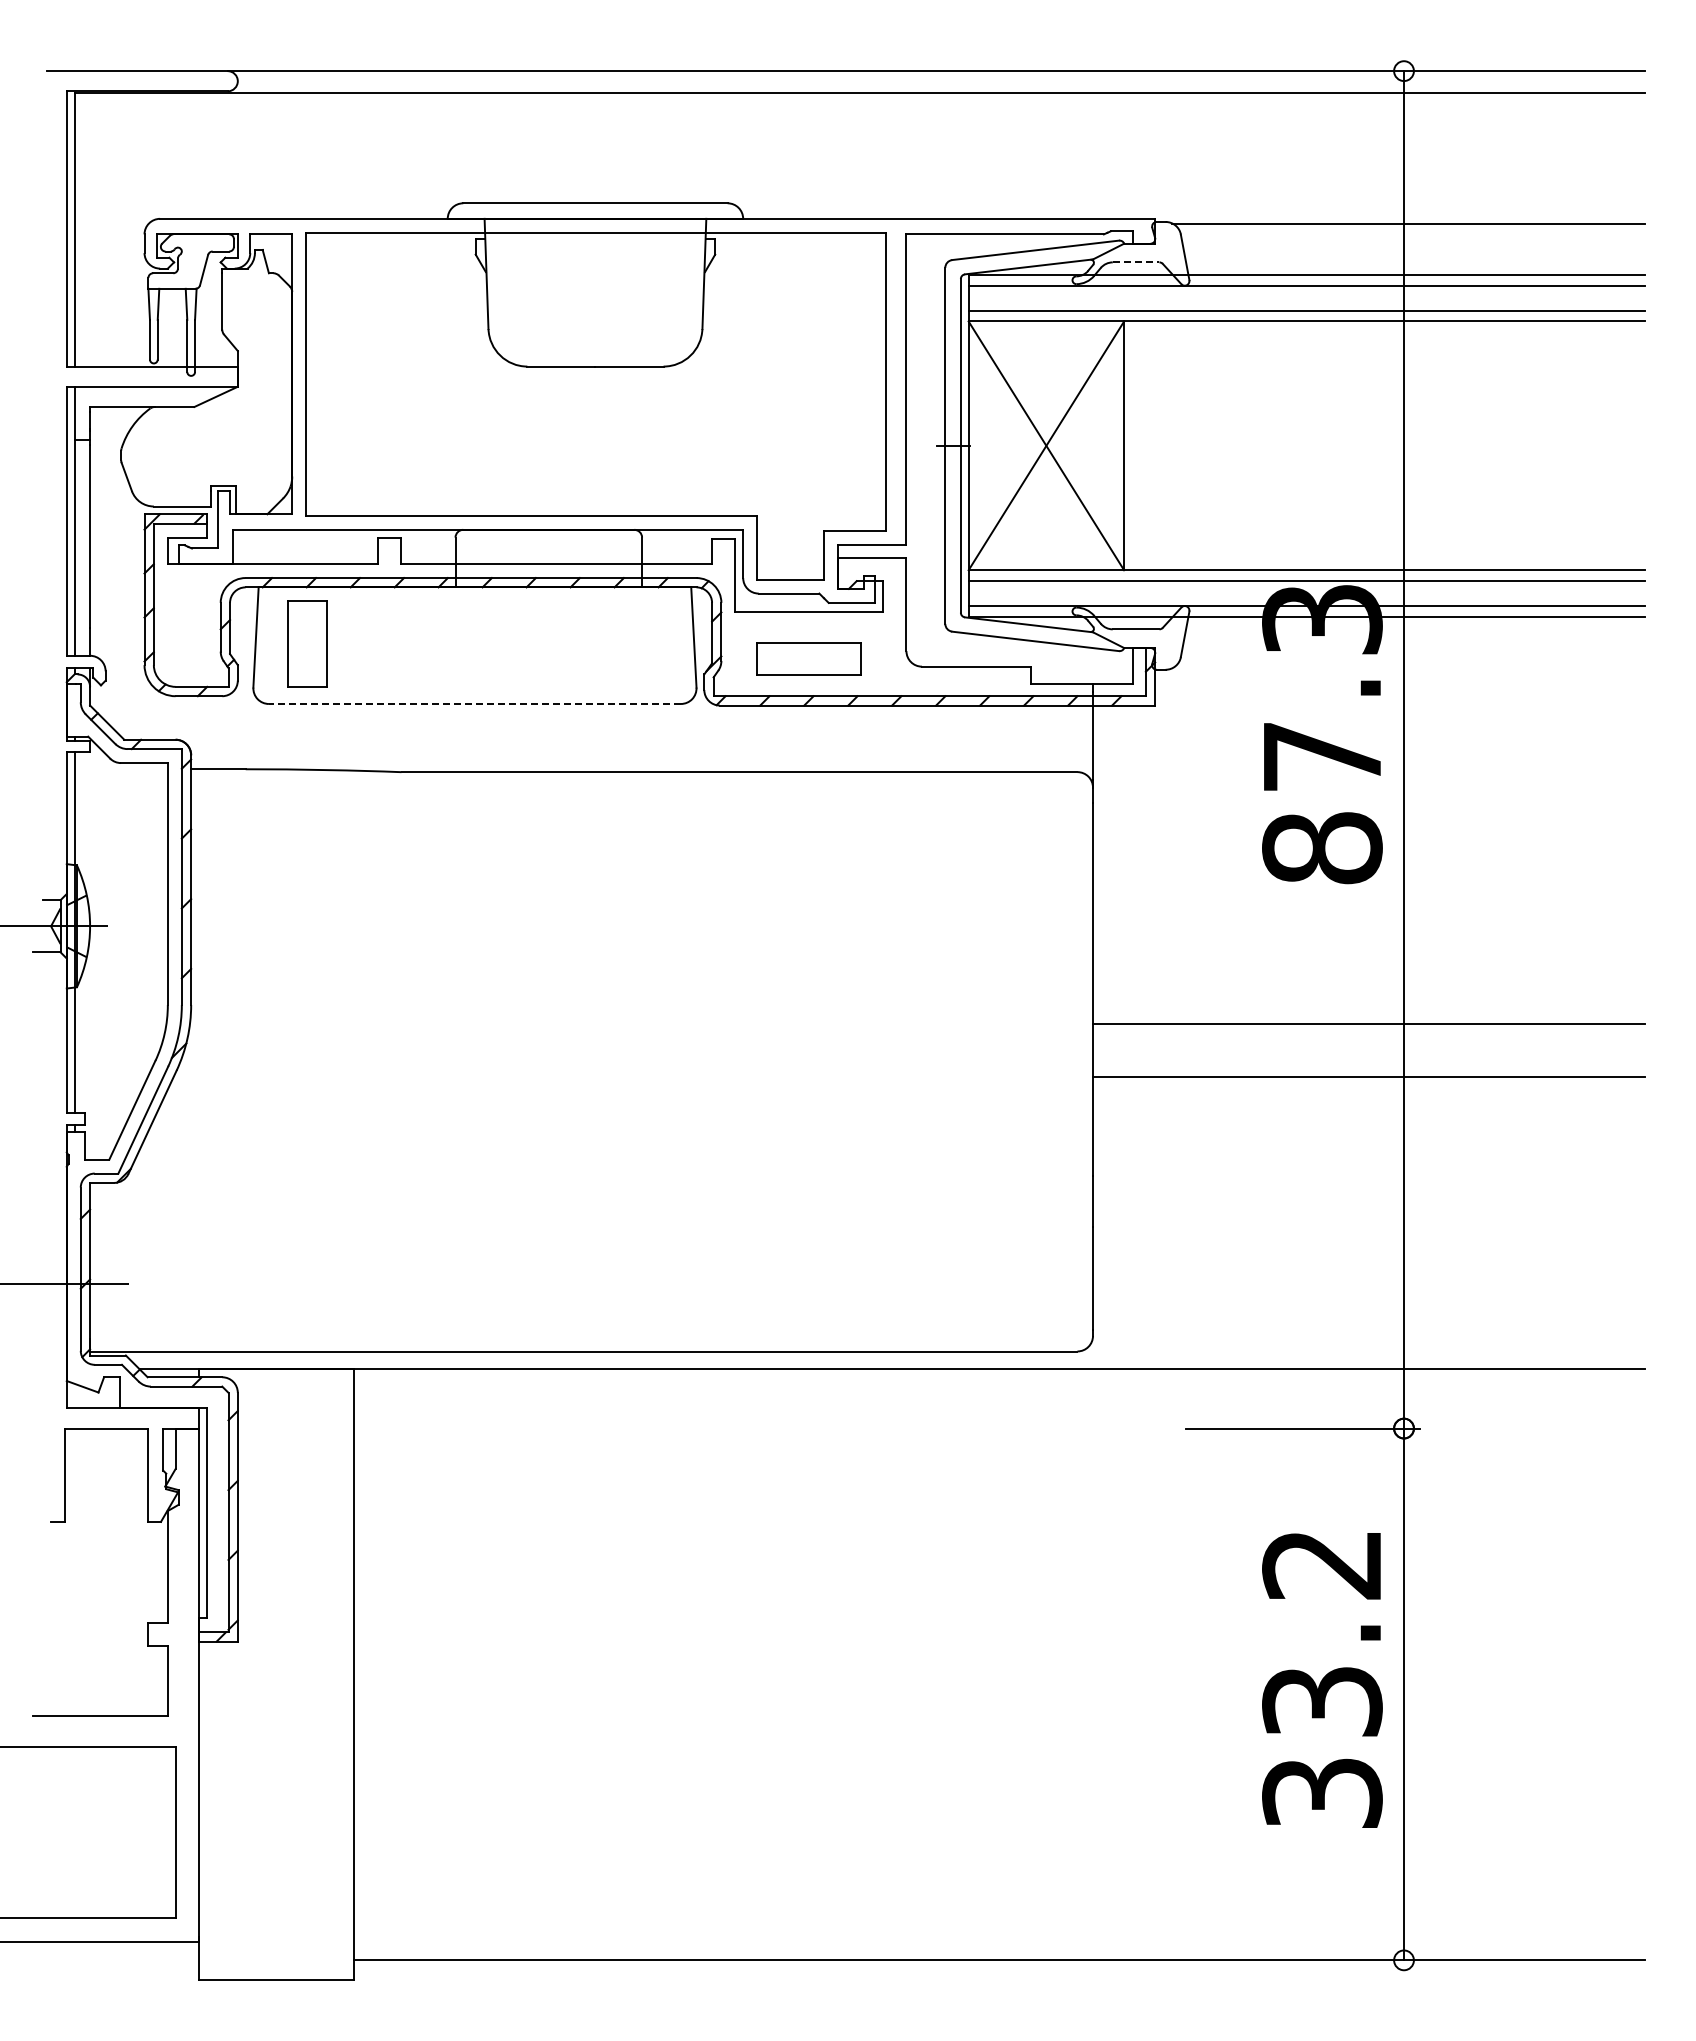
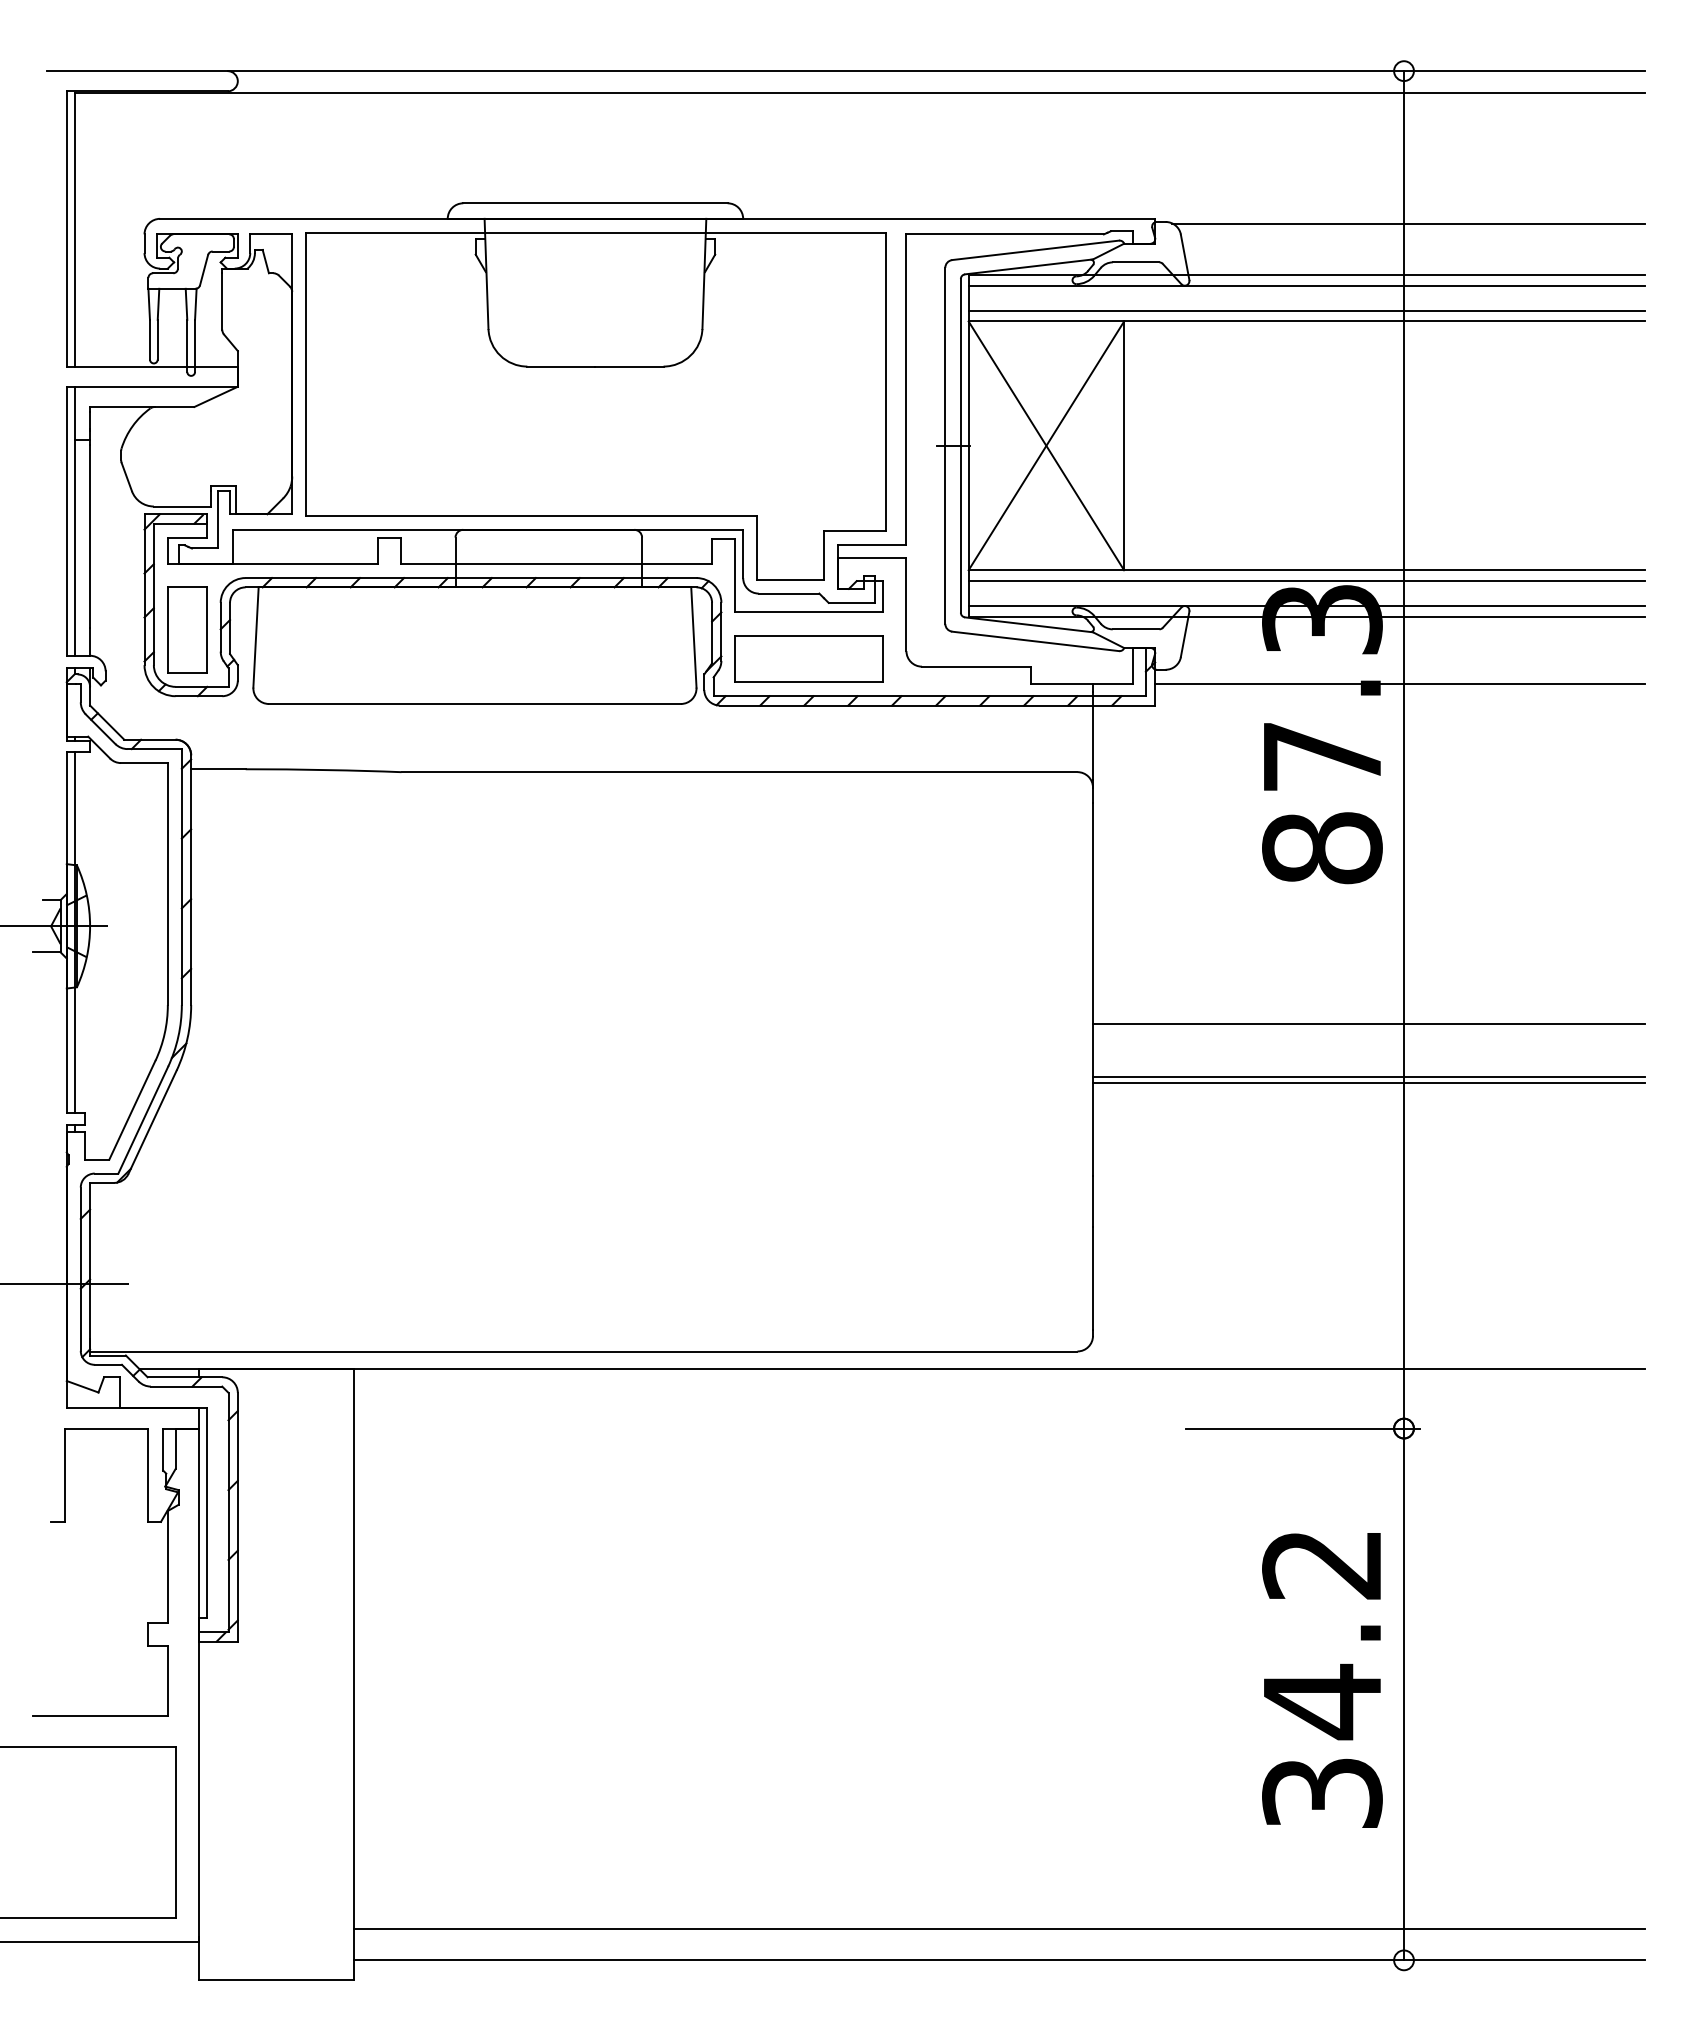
line at (1136, 262): dashed -> solid
part at (307, 643) position: (307, 643) -> (187, 629)
part at (808, 658) size: 106x34 px -> 150x48 px
line at (1400, 683): none -> present
line at (474, 703): dashed -> solid
line at (1369, 1083): none -> present
text at (1322, 1701): 33.2 -> 34.2
line at (999, 1929): none -> present
